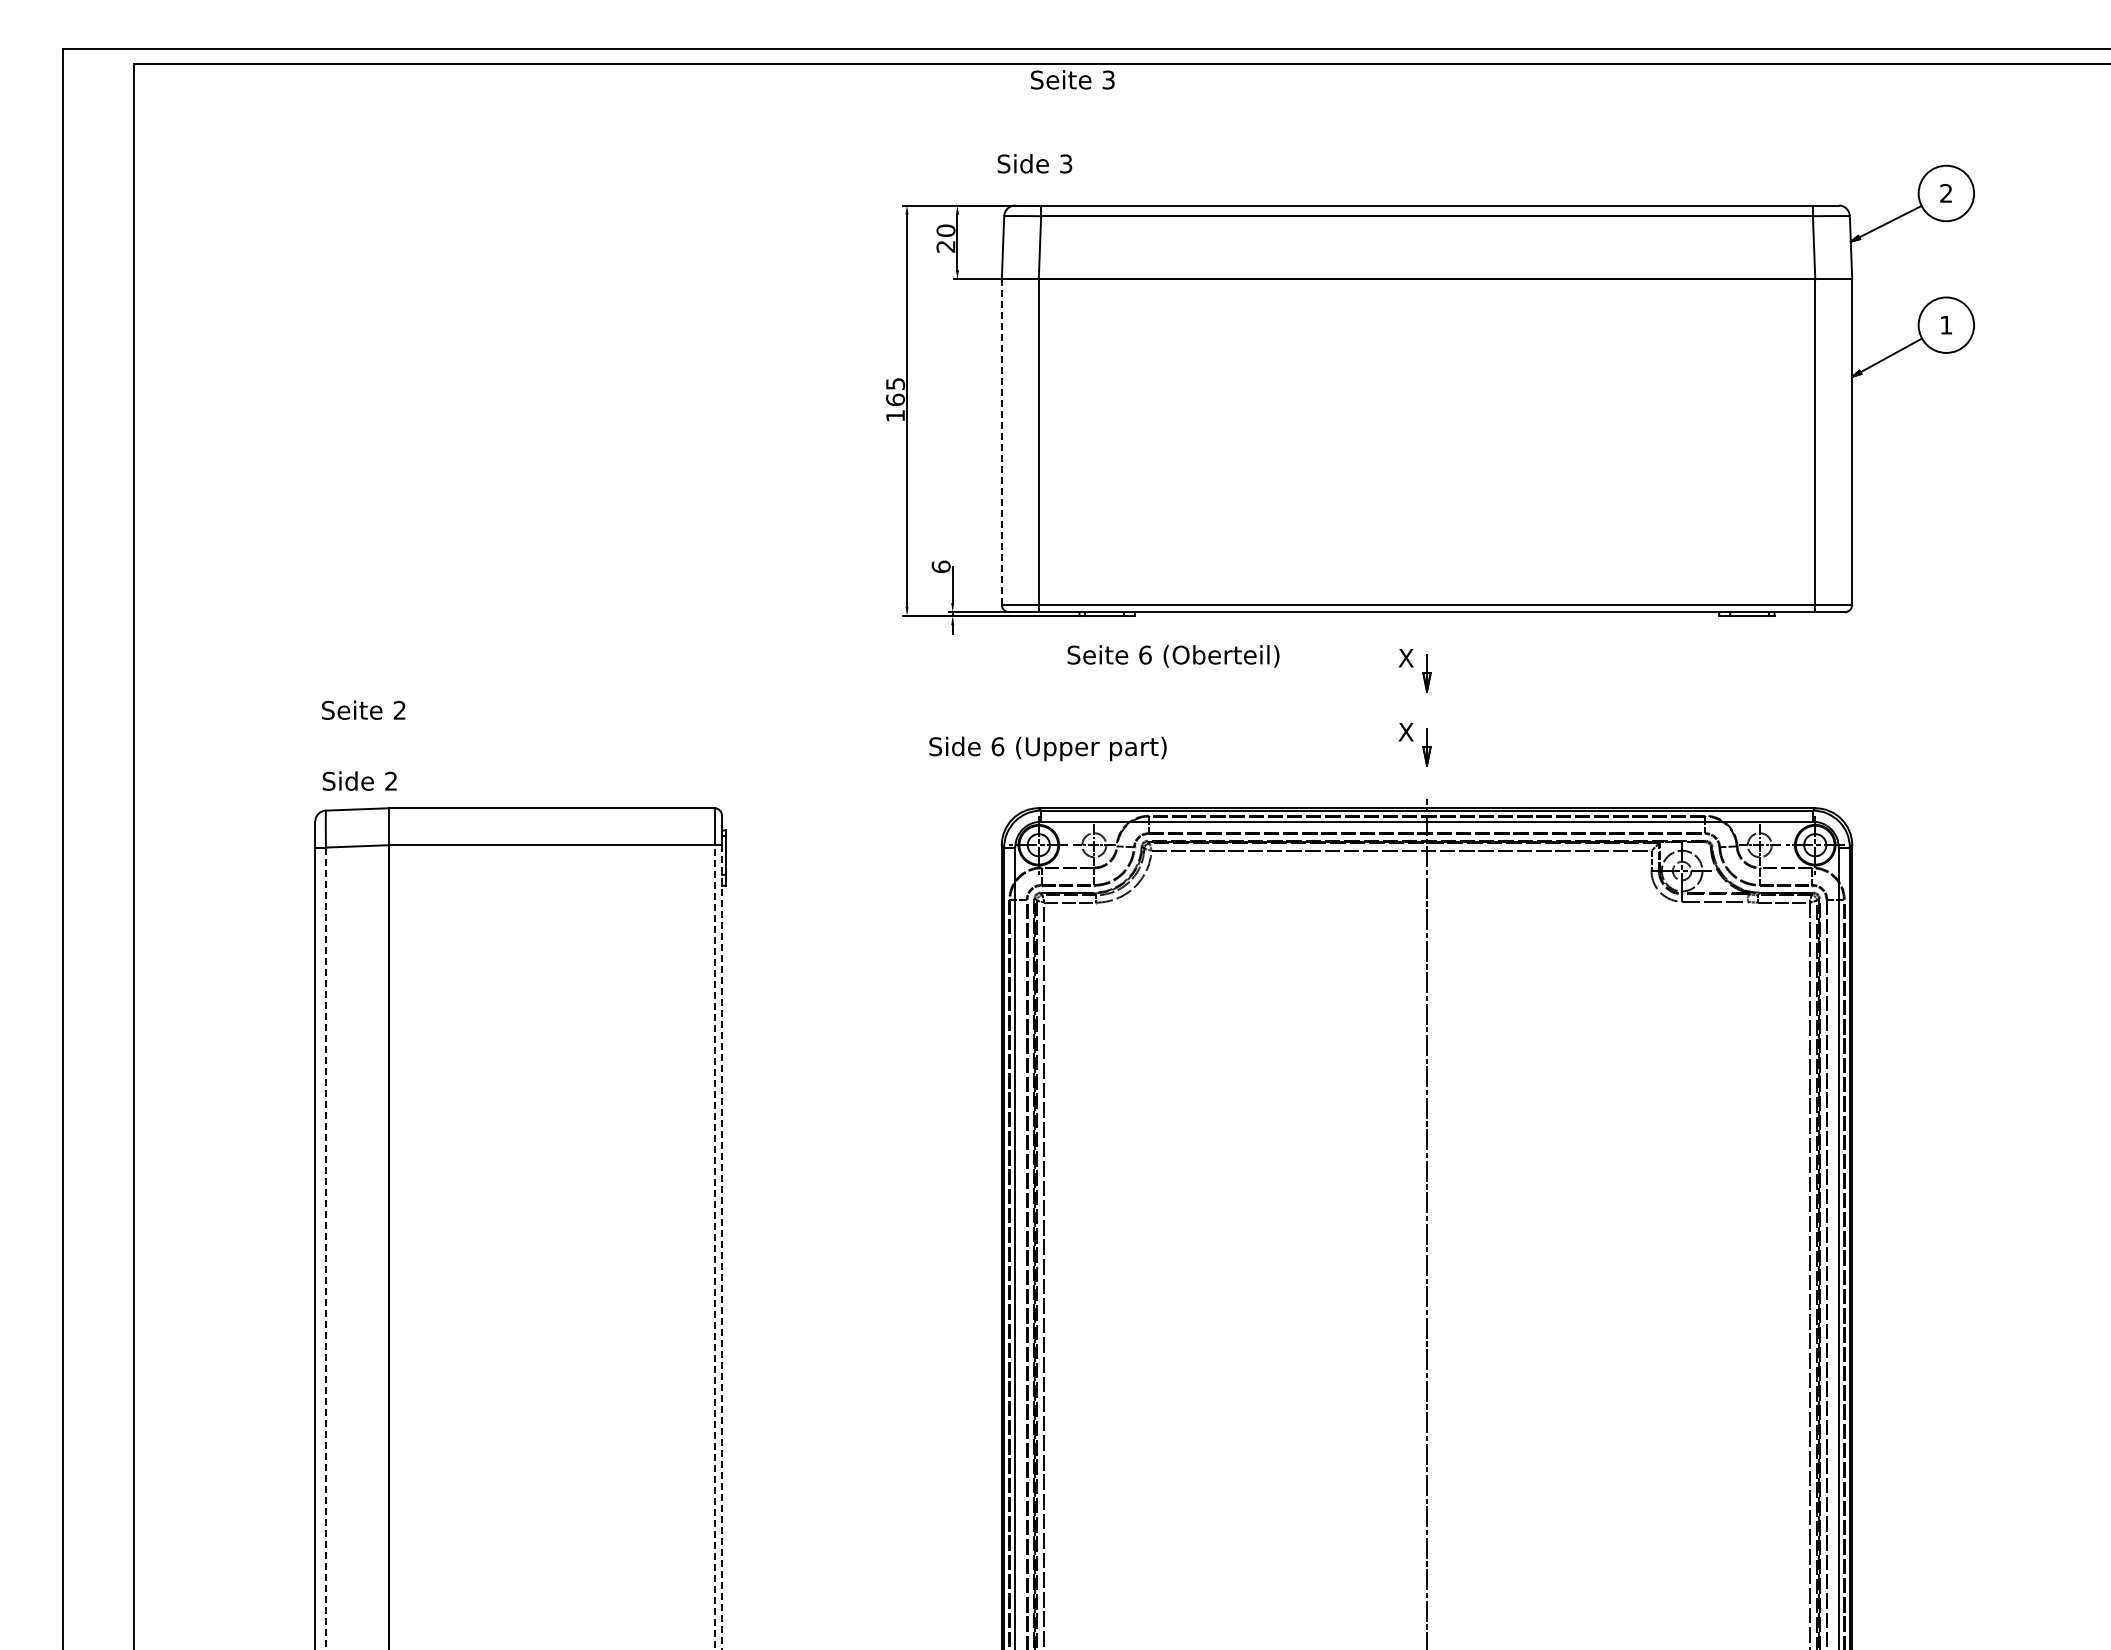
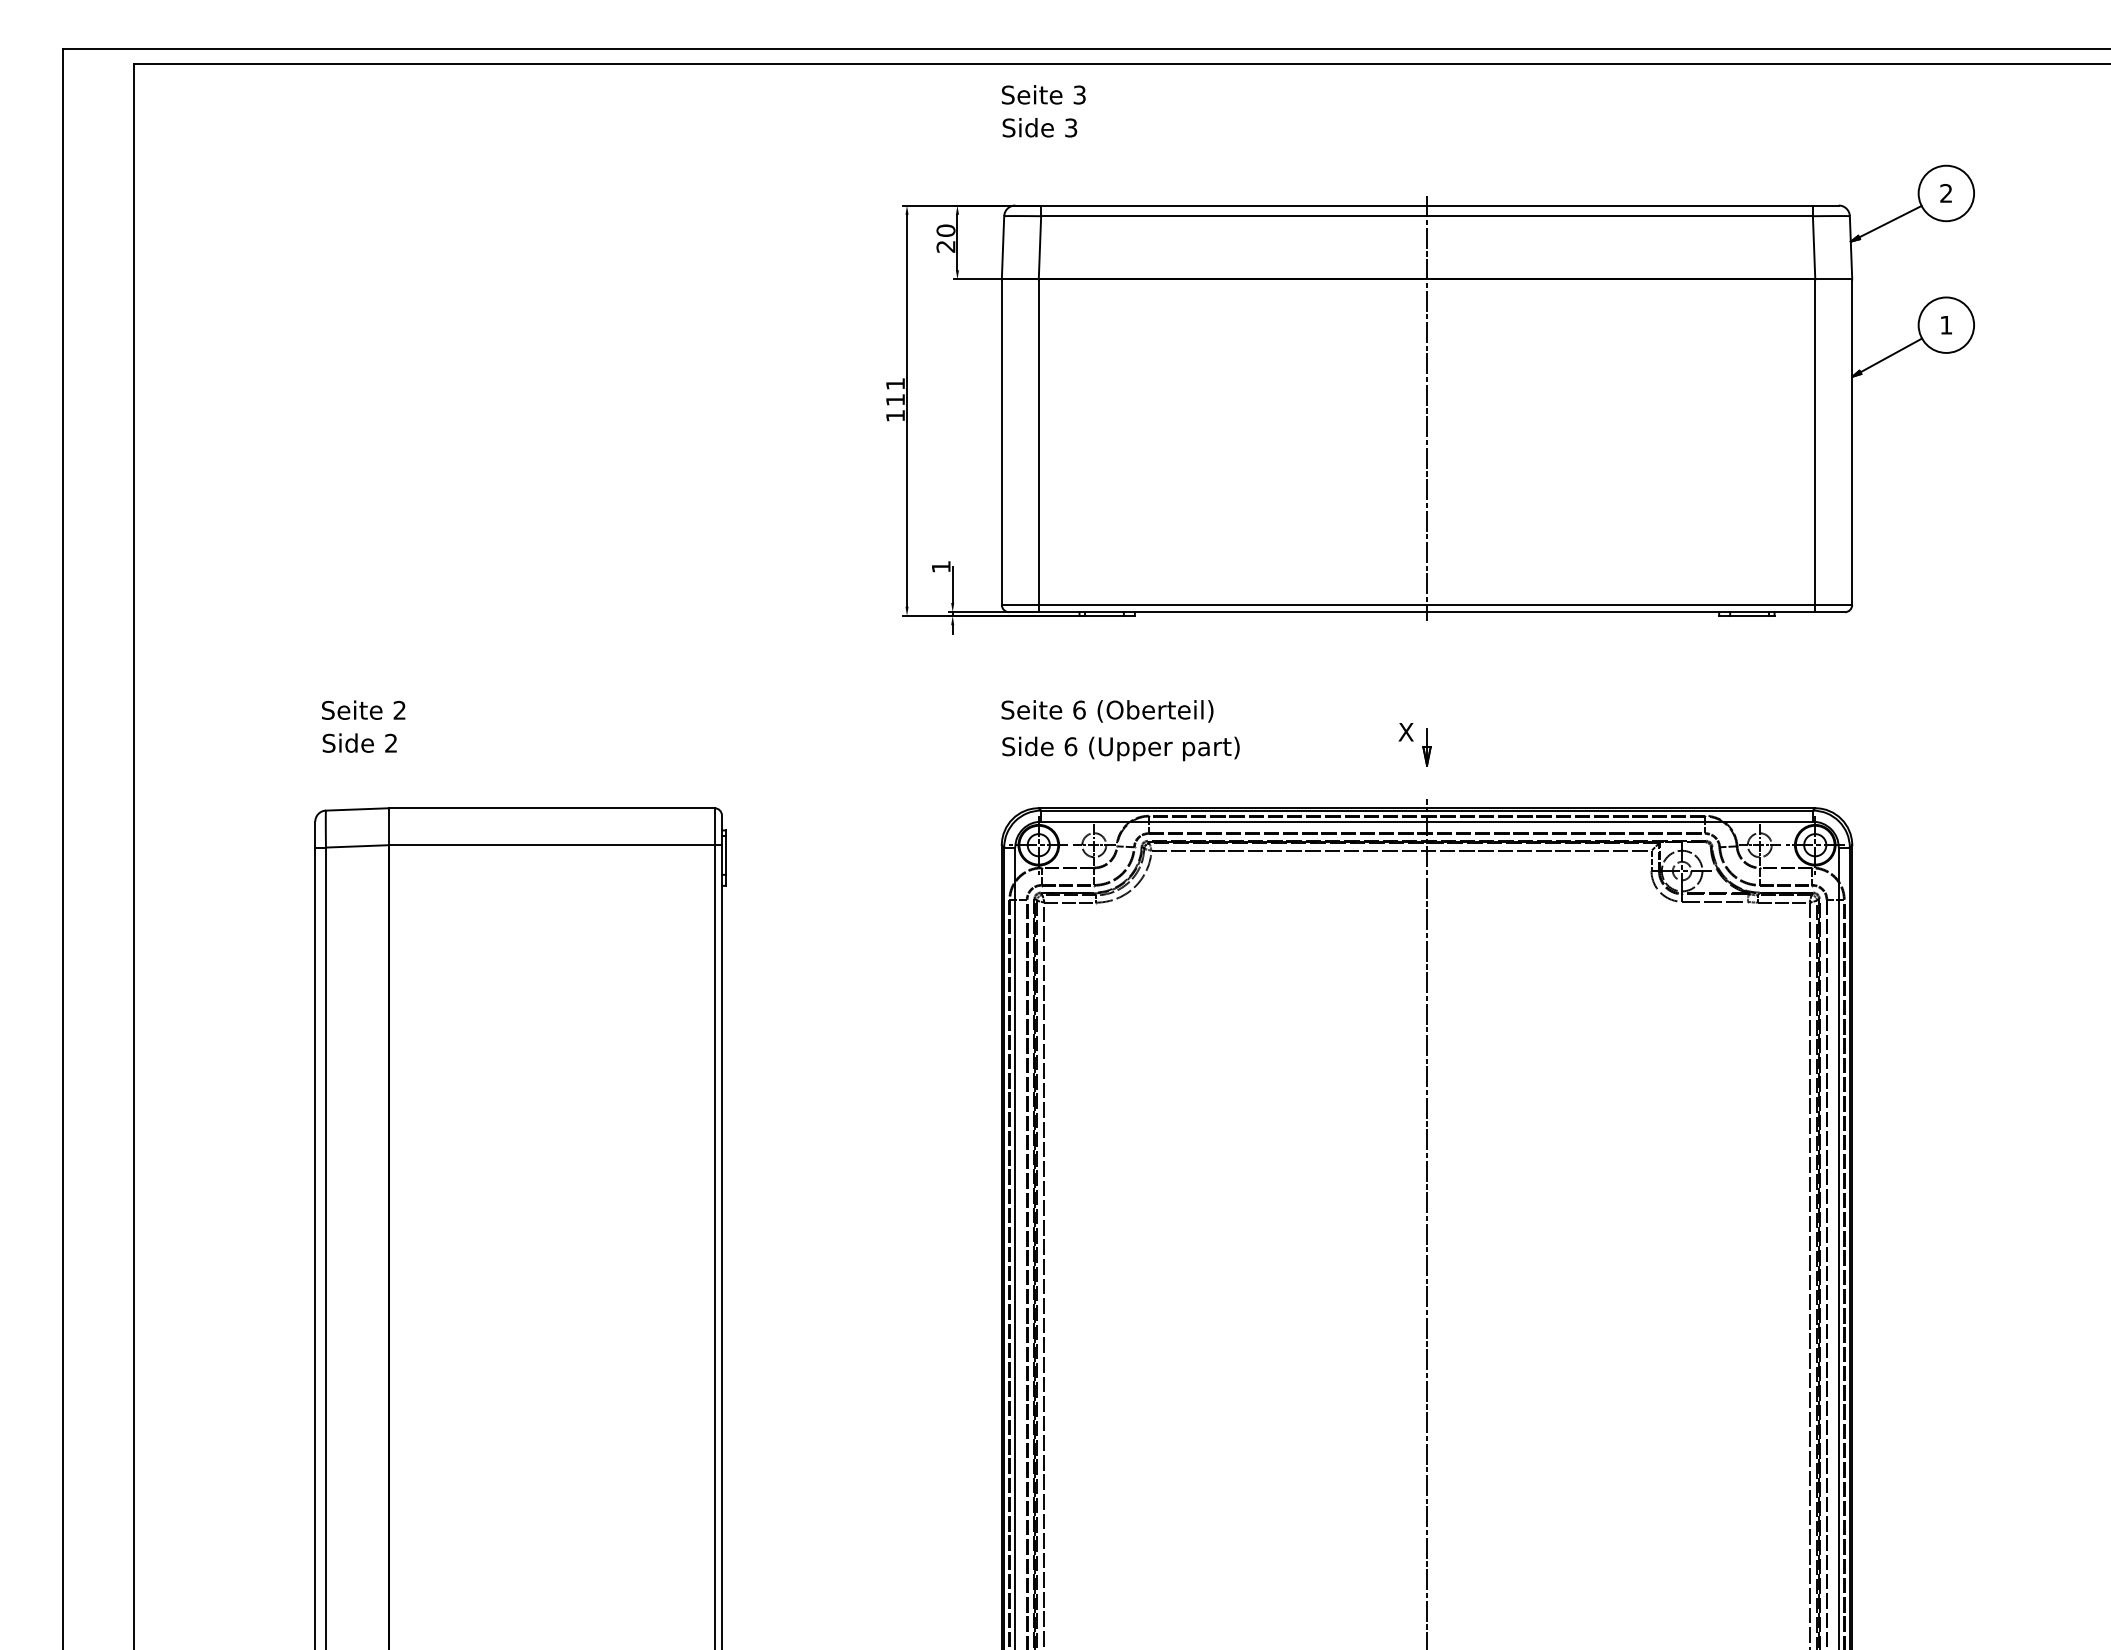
text at (1072, 79) position: (1072, 79) -> (1043, 94)
text at (1034, 163) position: (1034, 163) -> (1039, 127)
text at (895, 392): 165 -> 111
line at (1427, 408): none -> present
line at (1001, 442): dashed -> solid
text at (940, 566): 6 -> 1
text at (1173, 656) position: (1173, 656) -> (1107, 711)
part at (1414, 670): present -> none
text at (1047, 748) position: (1047, 748) -> (1120, 748)
text at (359, 780) position: (359, 780) -> (359, 742)
line at (714, 1247): dashed -> solid
line at (722, 1247): dashed -> solid
line at (325, 1248): dashed -> solid
